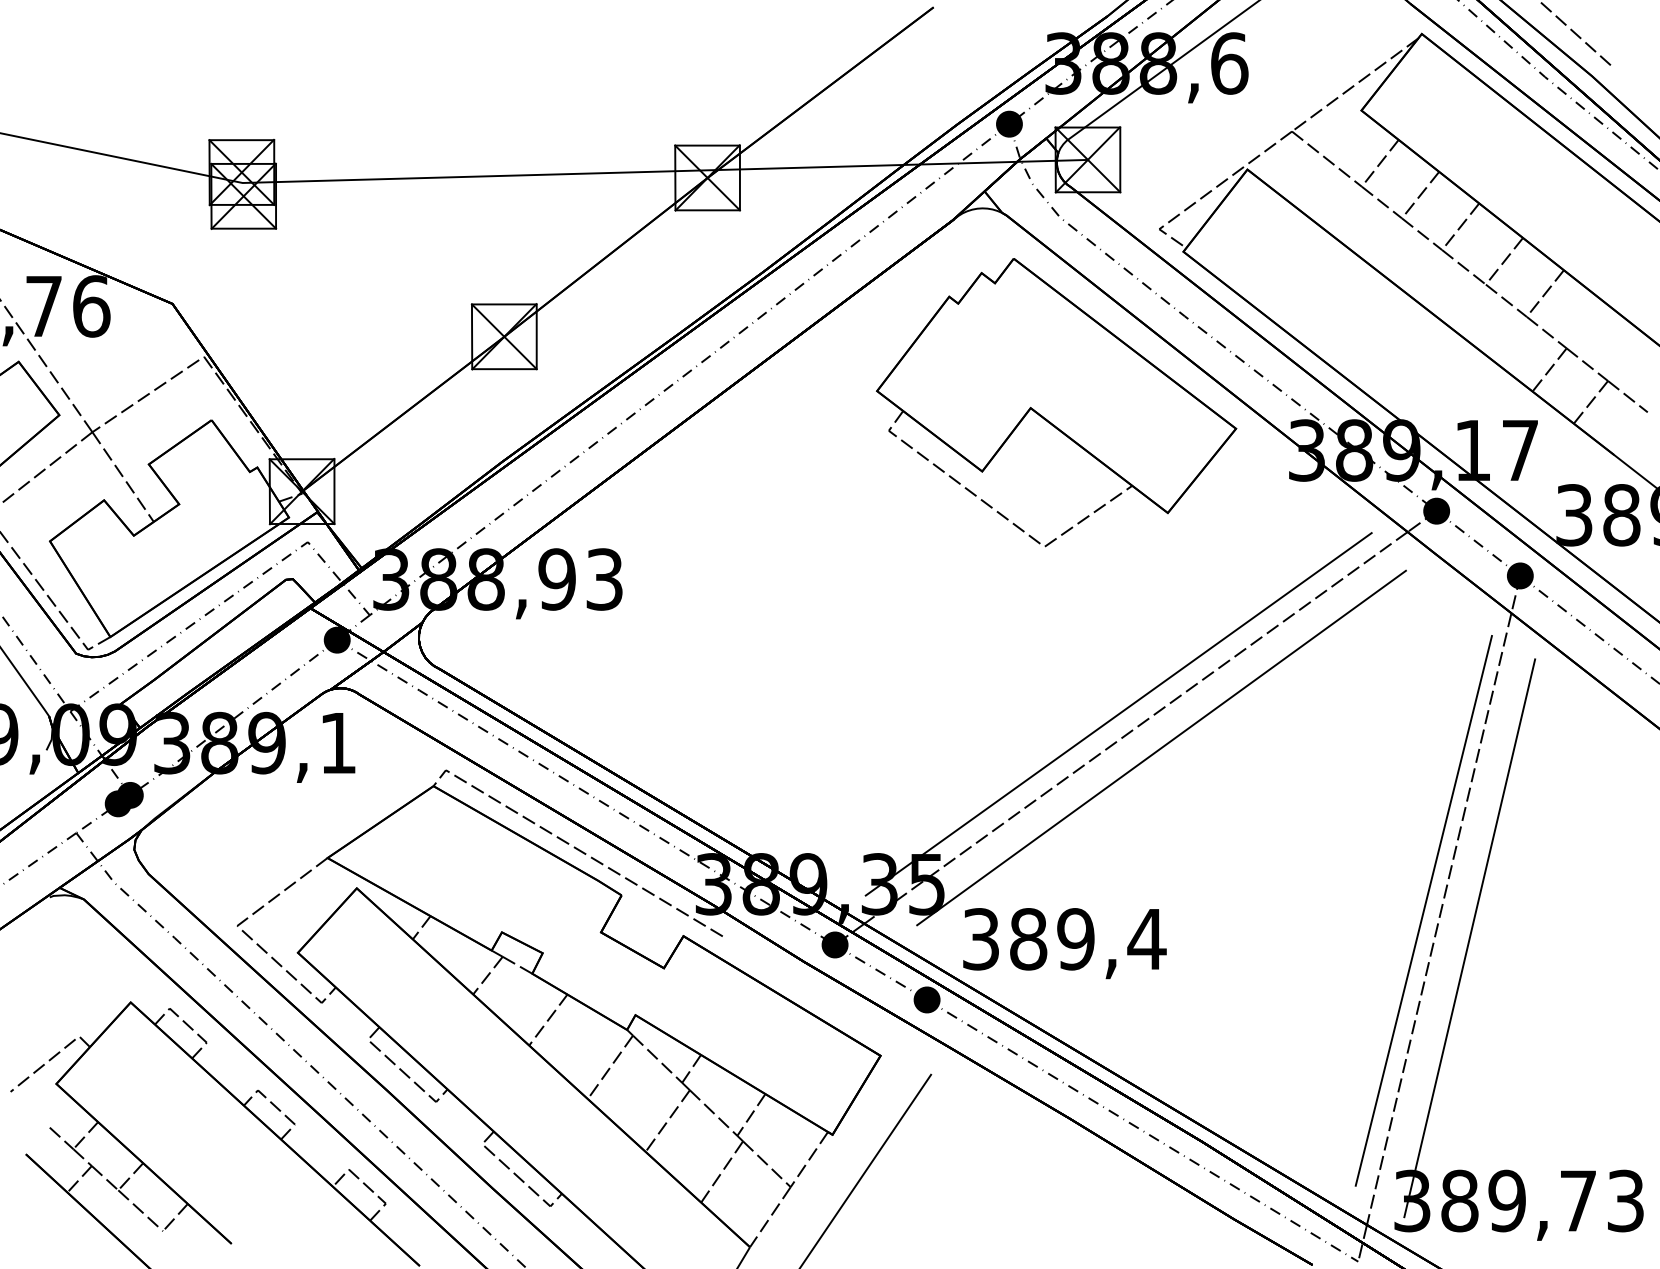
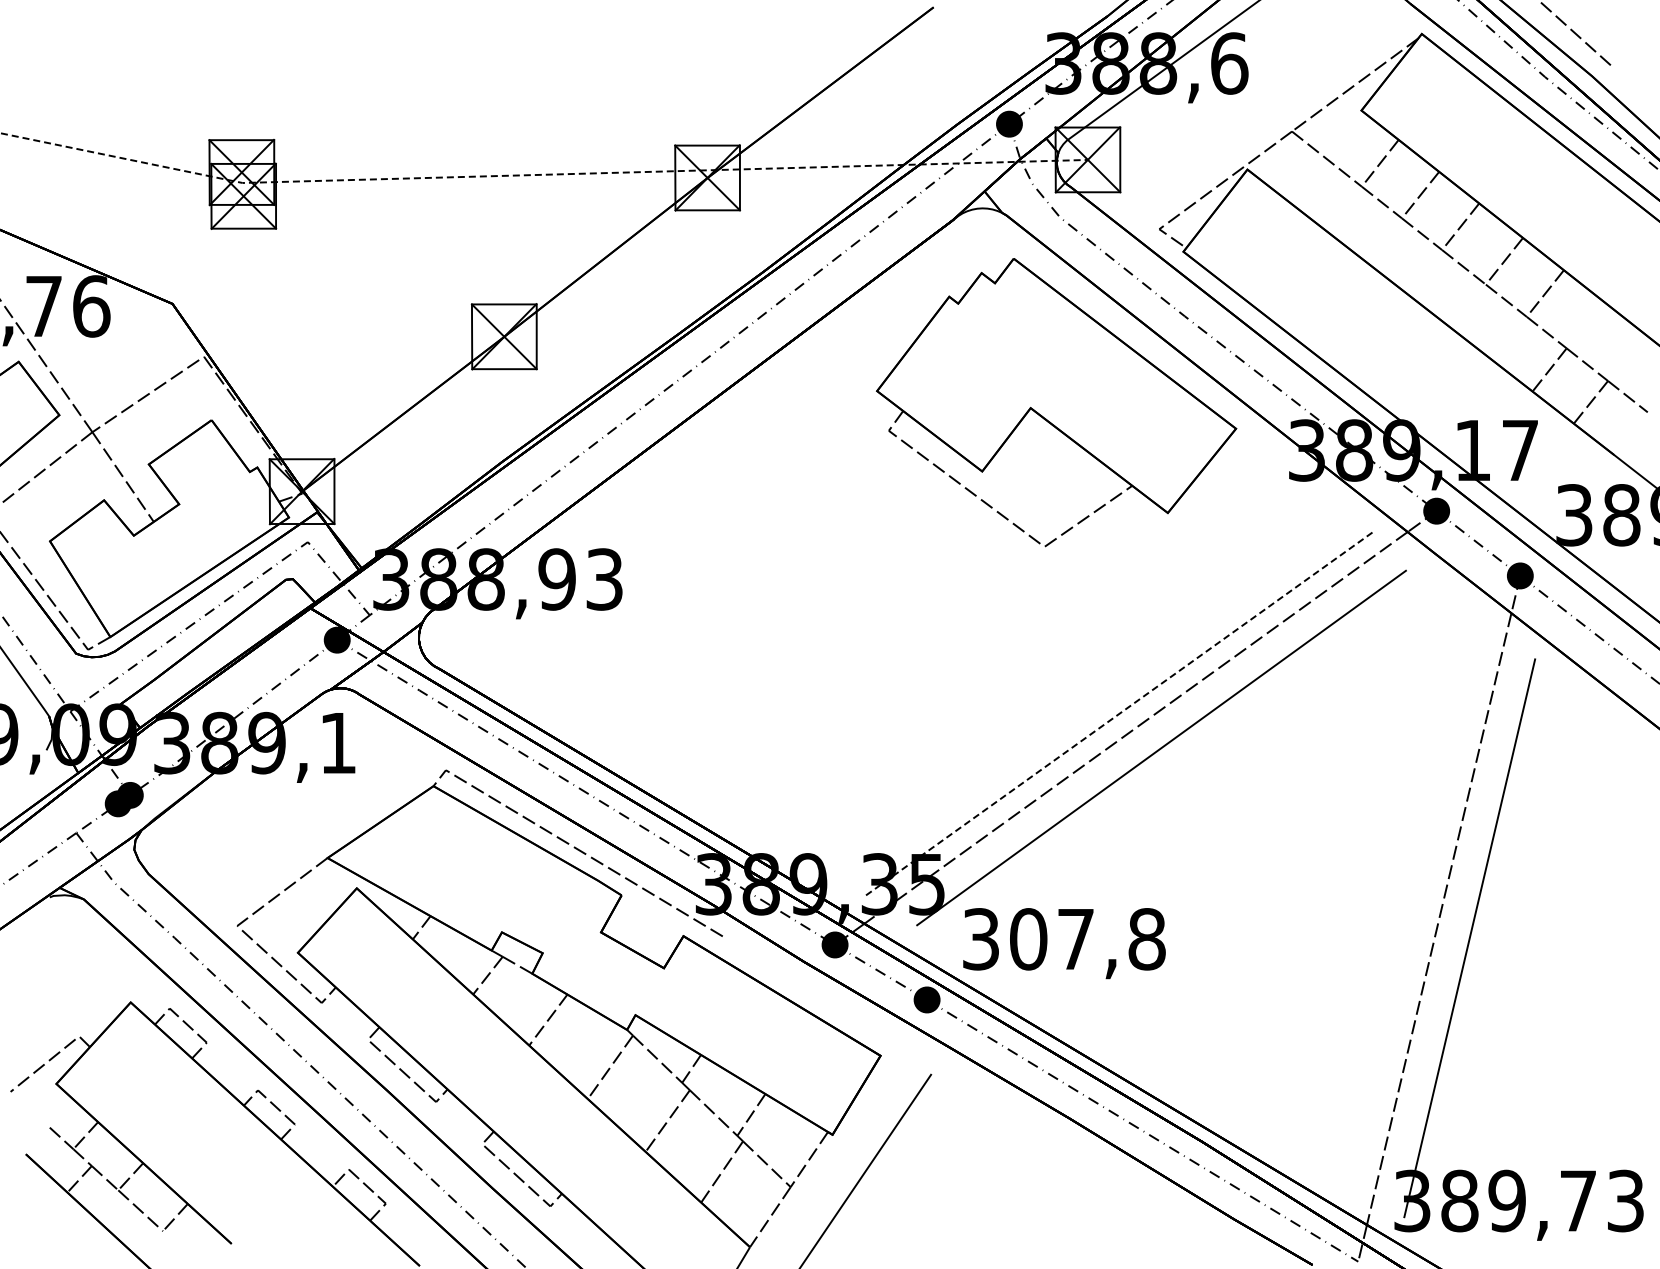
line at (541, 174): solid -> dashed
line at (1118, 714): solid -> dashed
line at (1423, 910): present -> none
text at (1088, 939): 389,4 -> 307,8
